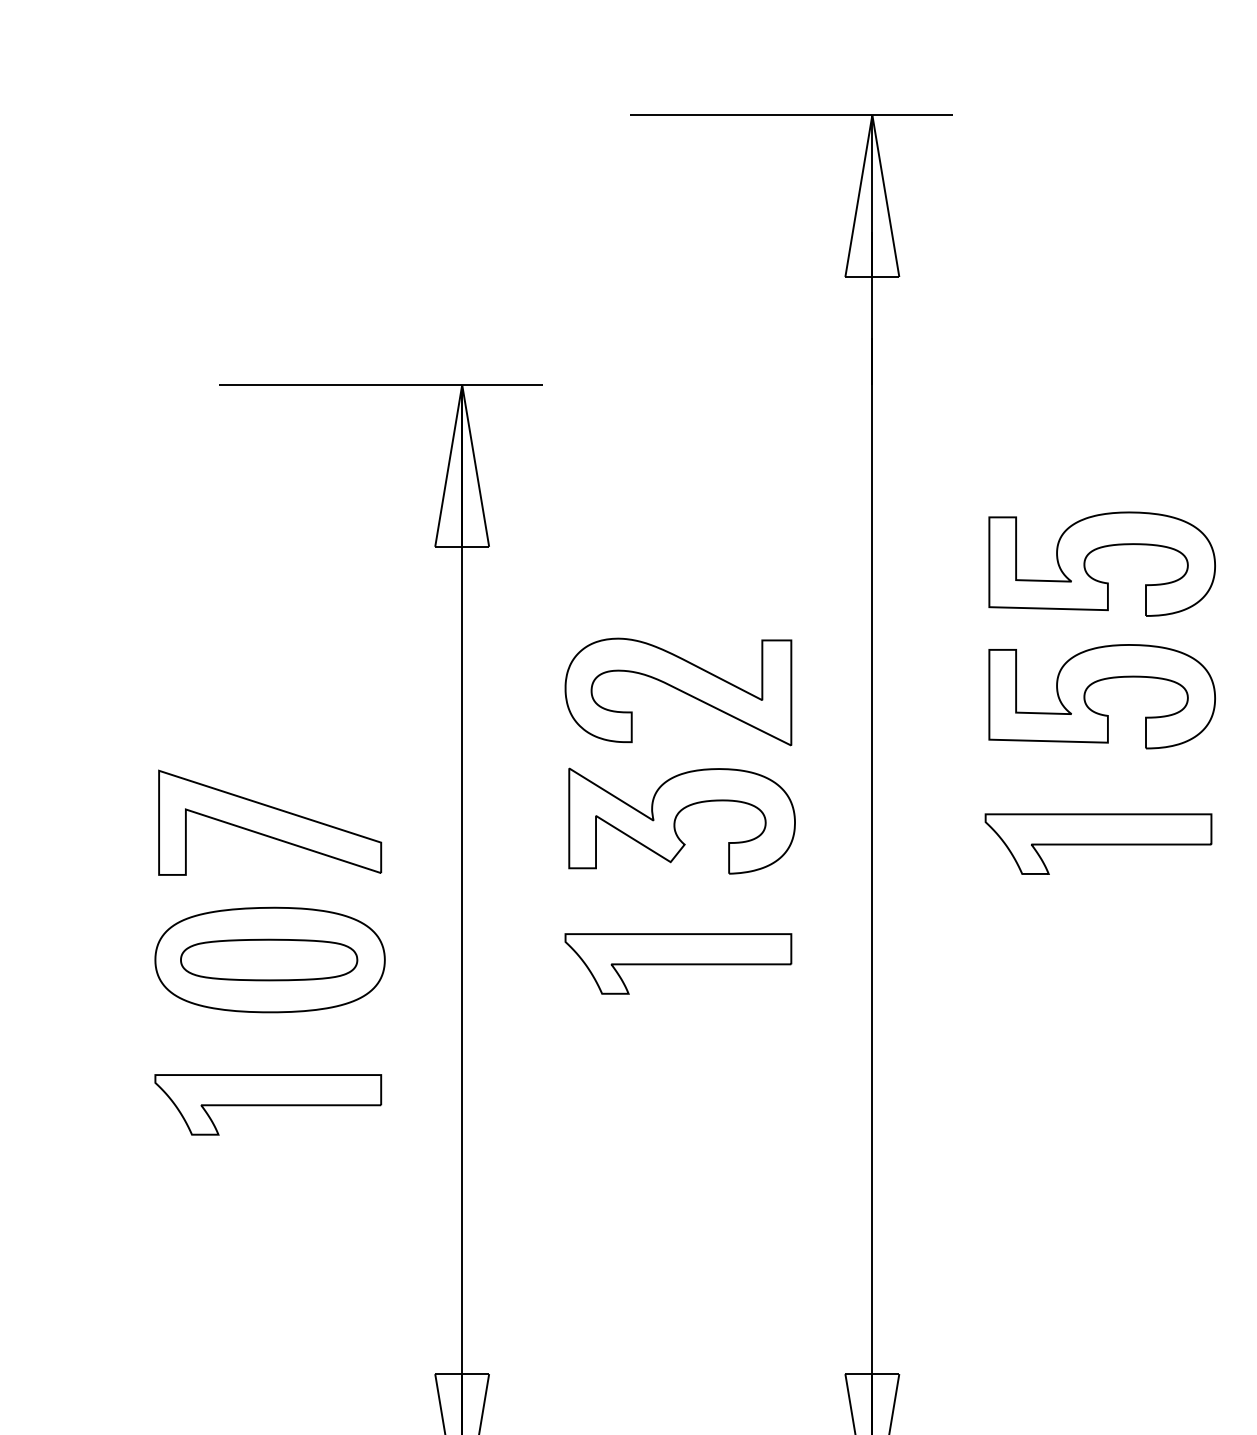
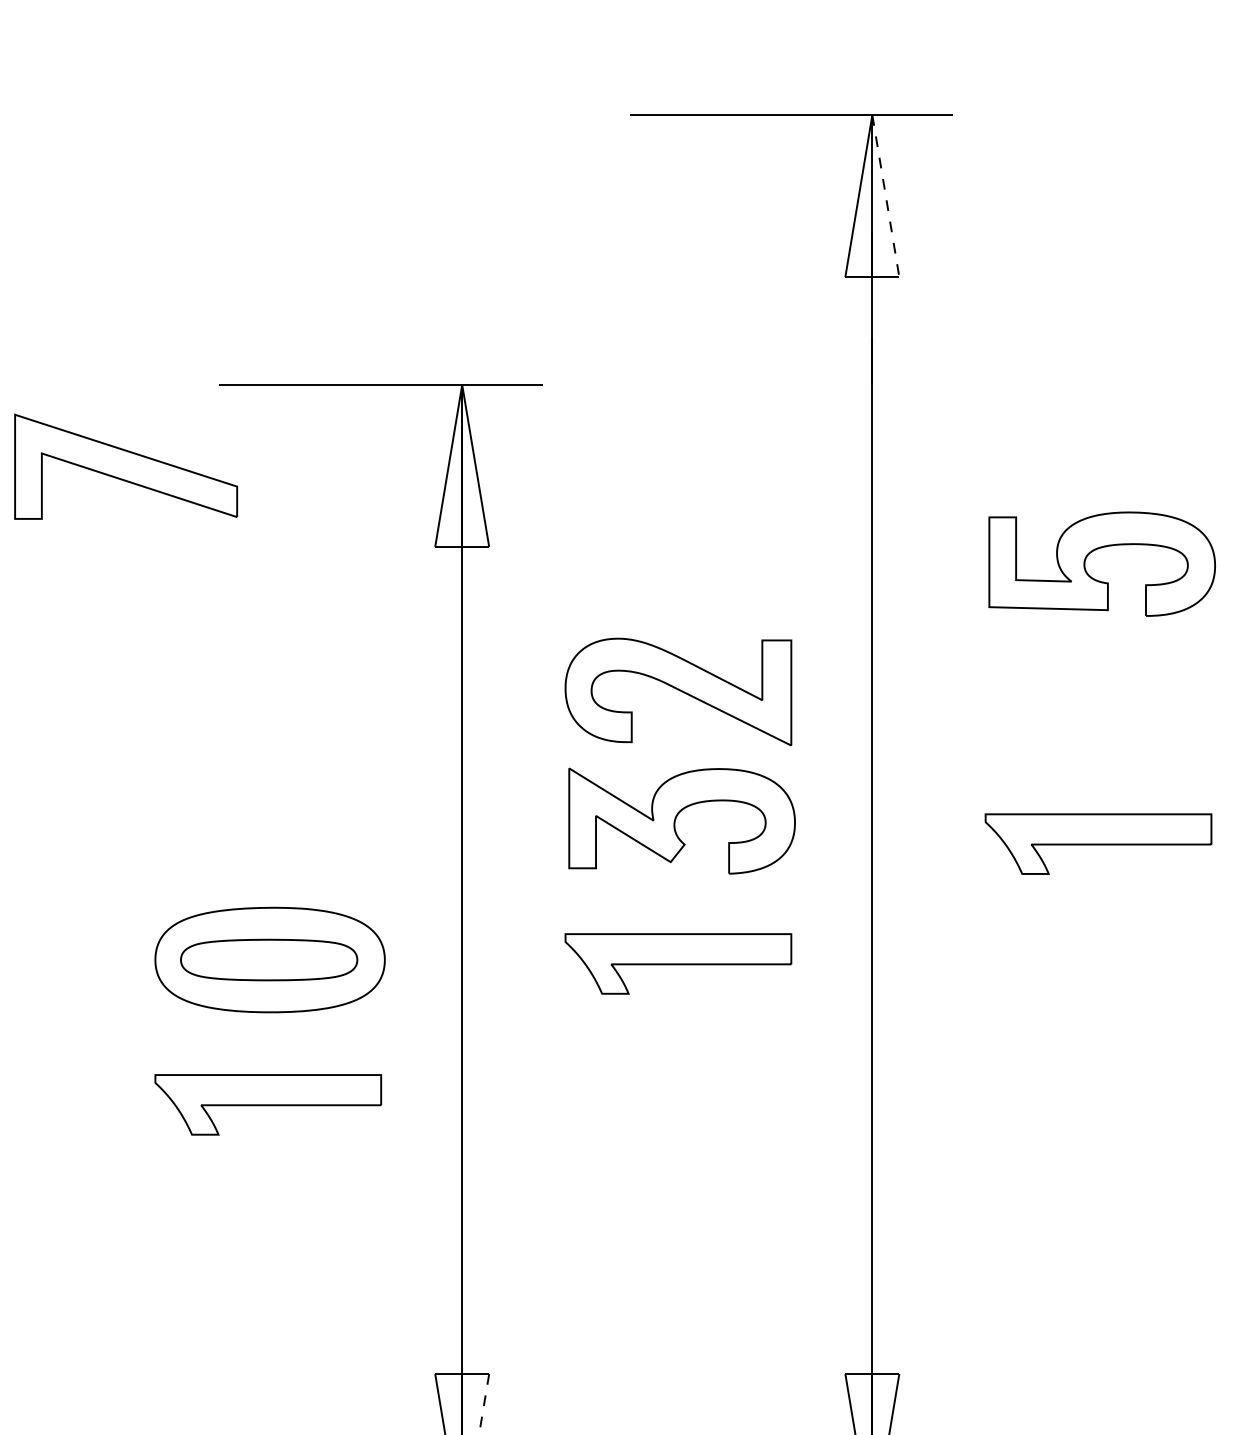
line at (885, 196): solid -> dashed
part at (1093, 684): present -> none
part at (270, 822) position: (270, 822) -> (126, 466)
line at (484, 1404): solid -> dashed
